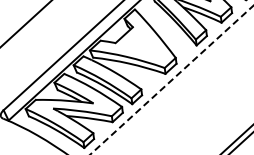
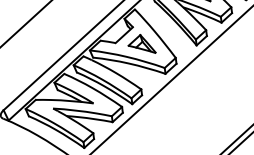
part at (141, 43): none -> present
line at (172, 79): dashed -> solid
